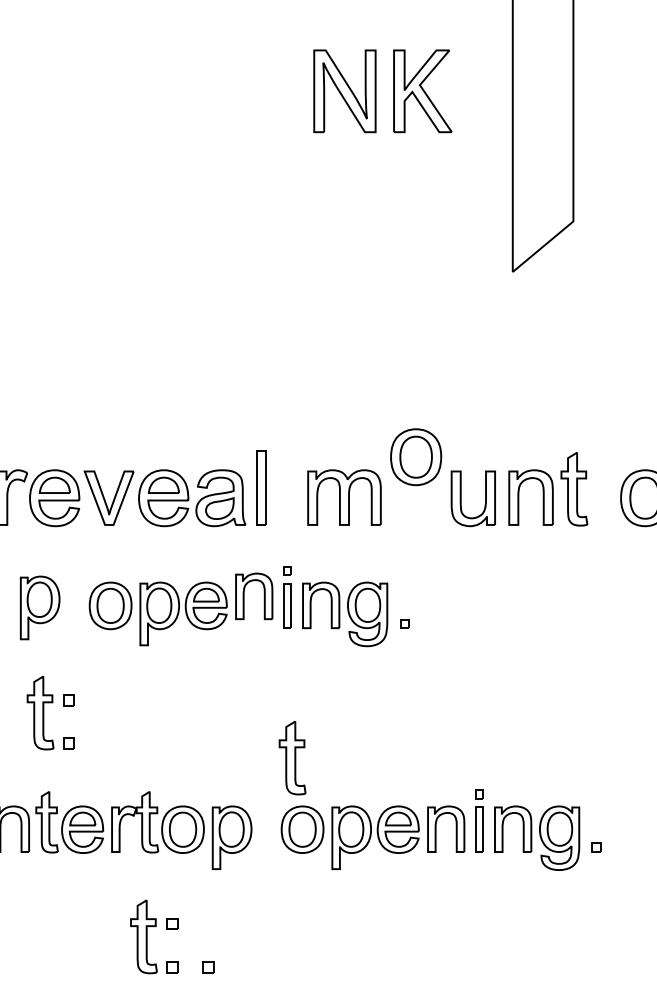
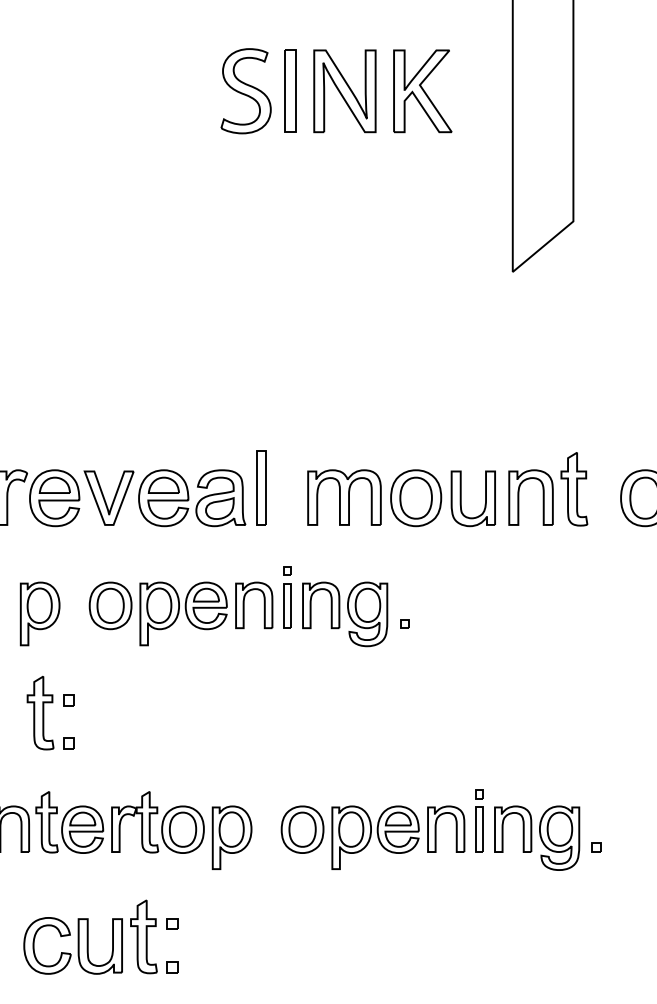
part at (290, 90): none -> present
part at (245, 91): none -> present
part at (416, 457) position: (416, 457) -> (416, 498)
part at (263, 596) position: (263, 596) -> (263, 605)
part at (39, 607) position: (39, 607) -> (39, 613)
part at (292, 757): present -> none
part at (72, 945): none -> present
part at (208, 967): present -> none
